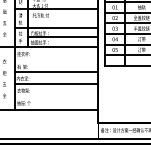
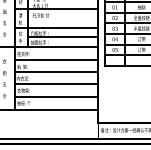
line at (56, 59): none -> present
line at (56, 97): none -> present
